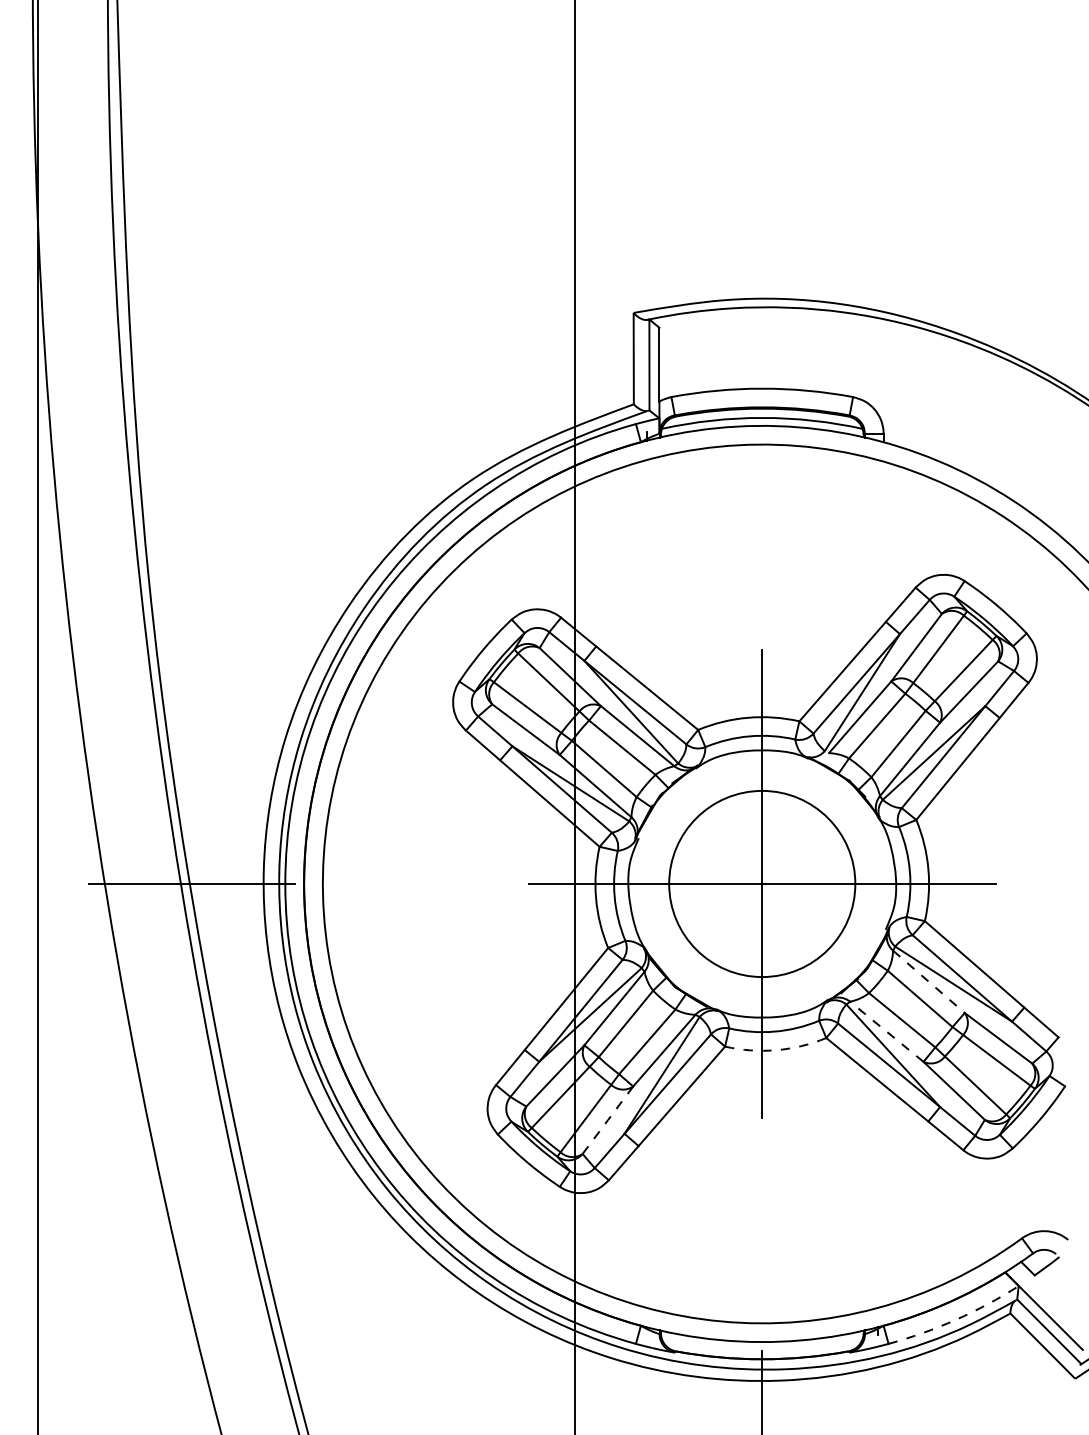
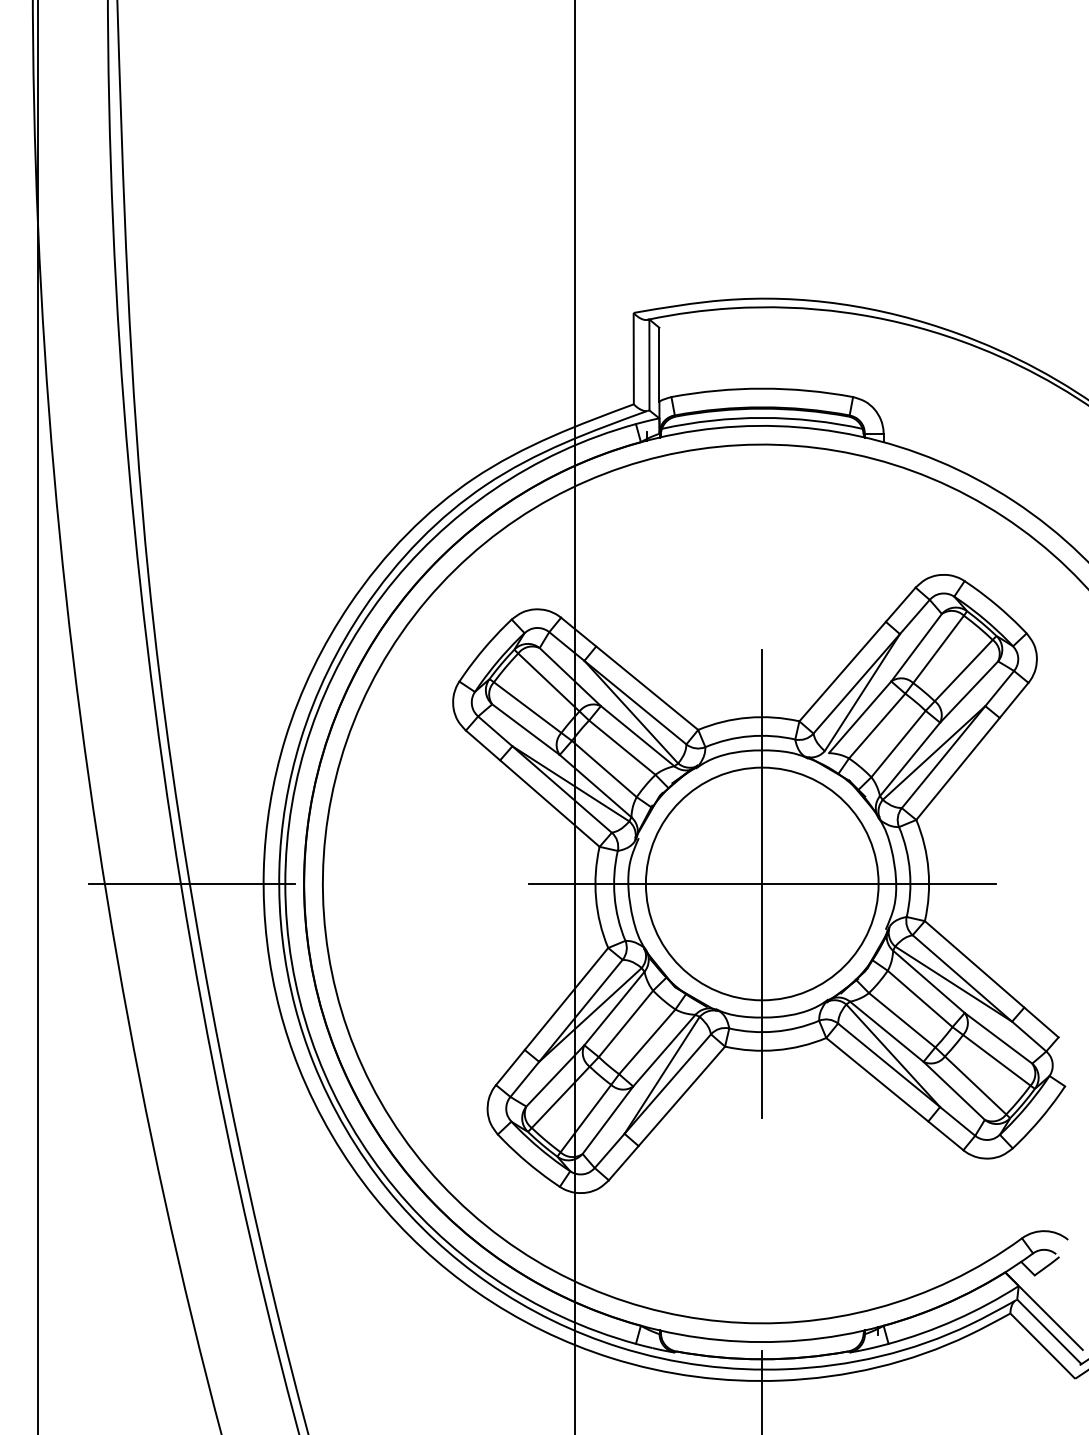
circle at (762, 883) diameter: 186 px -> 233 px
line at (929, 982): dashed -> solid
line at (886, 1031): dashed -> solid
arc at (776, 1050): dashed -> solid
line at (608, 1120): dashed -> solid
arc at (955, 1319): dashed -> solid
